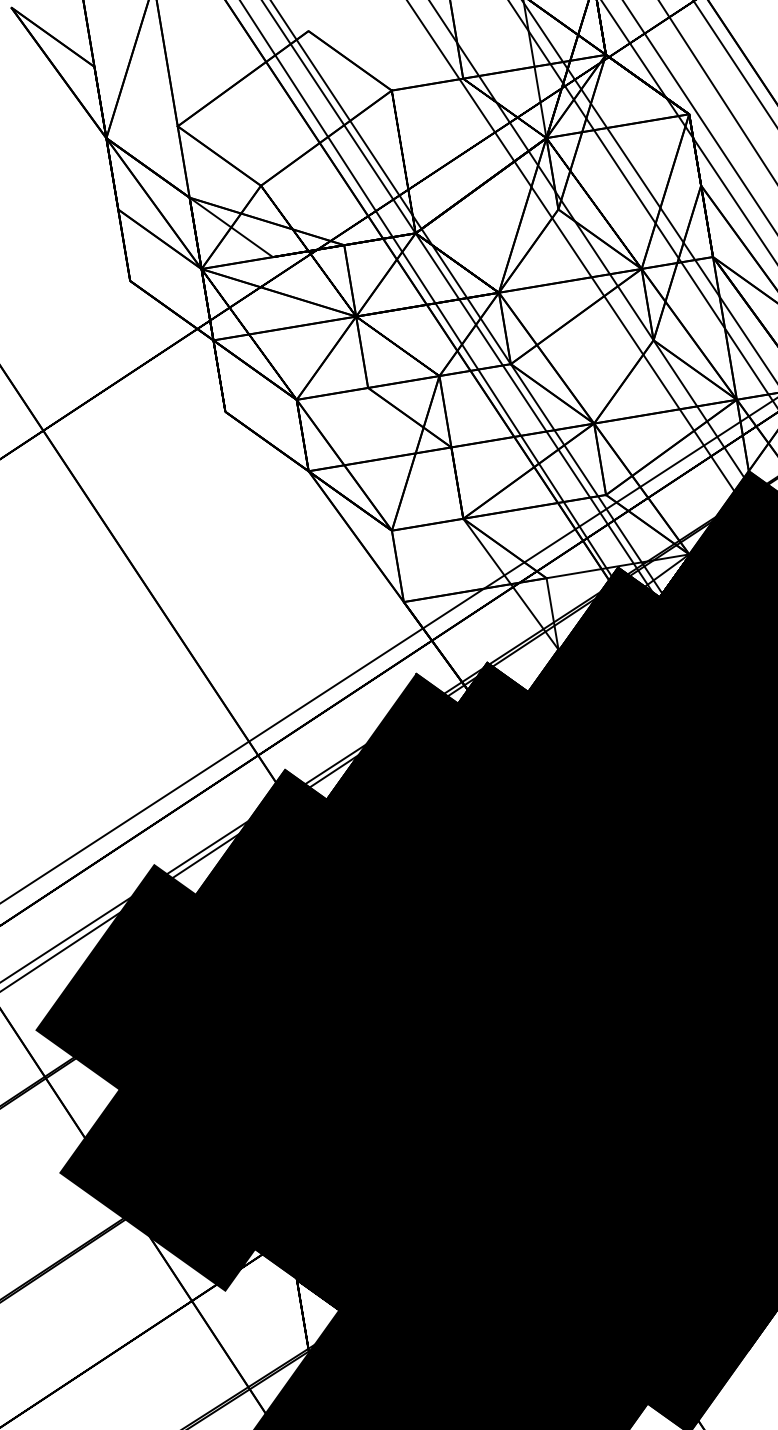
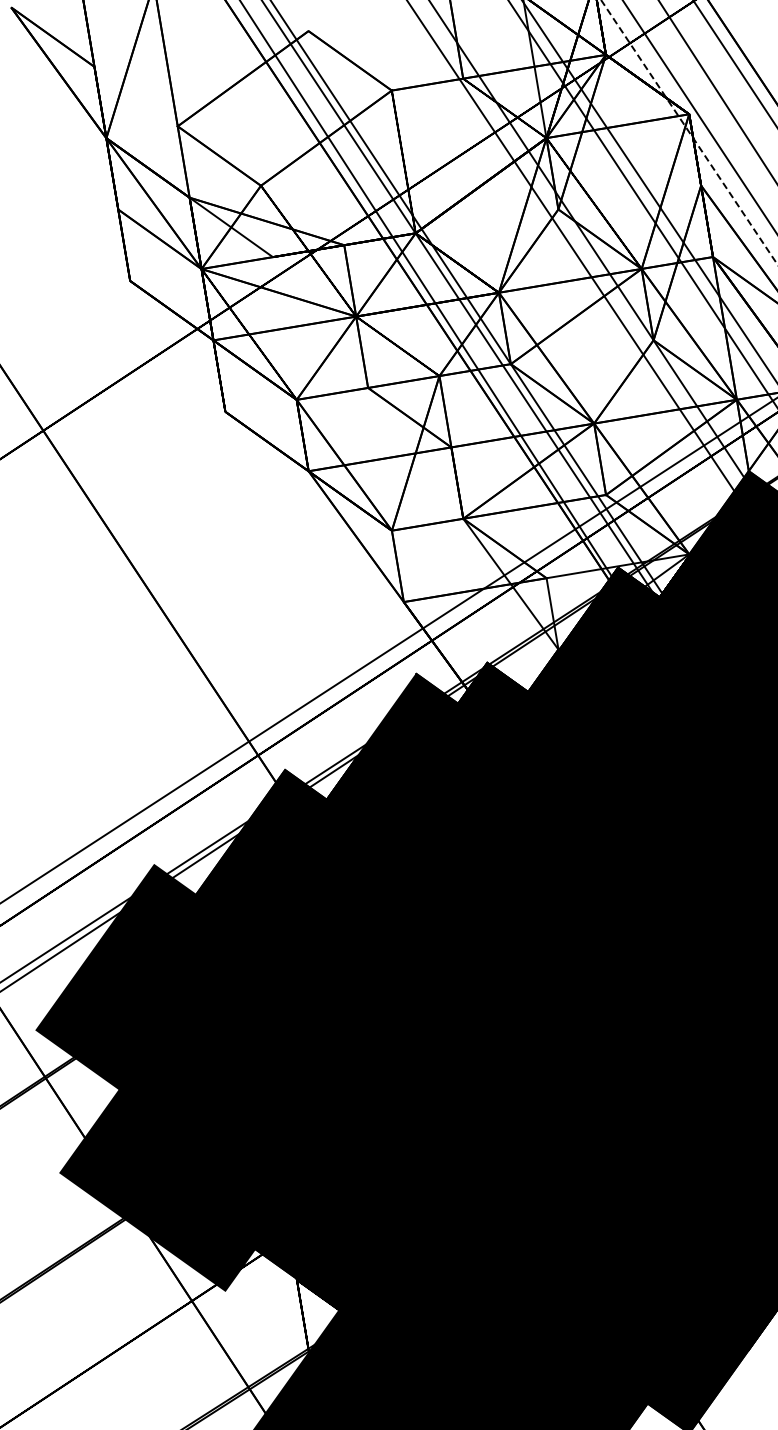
line at (689, 132): solid -> dashed
